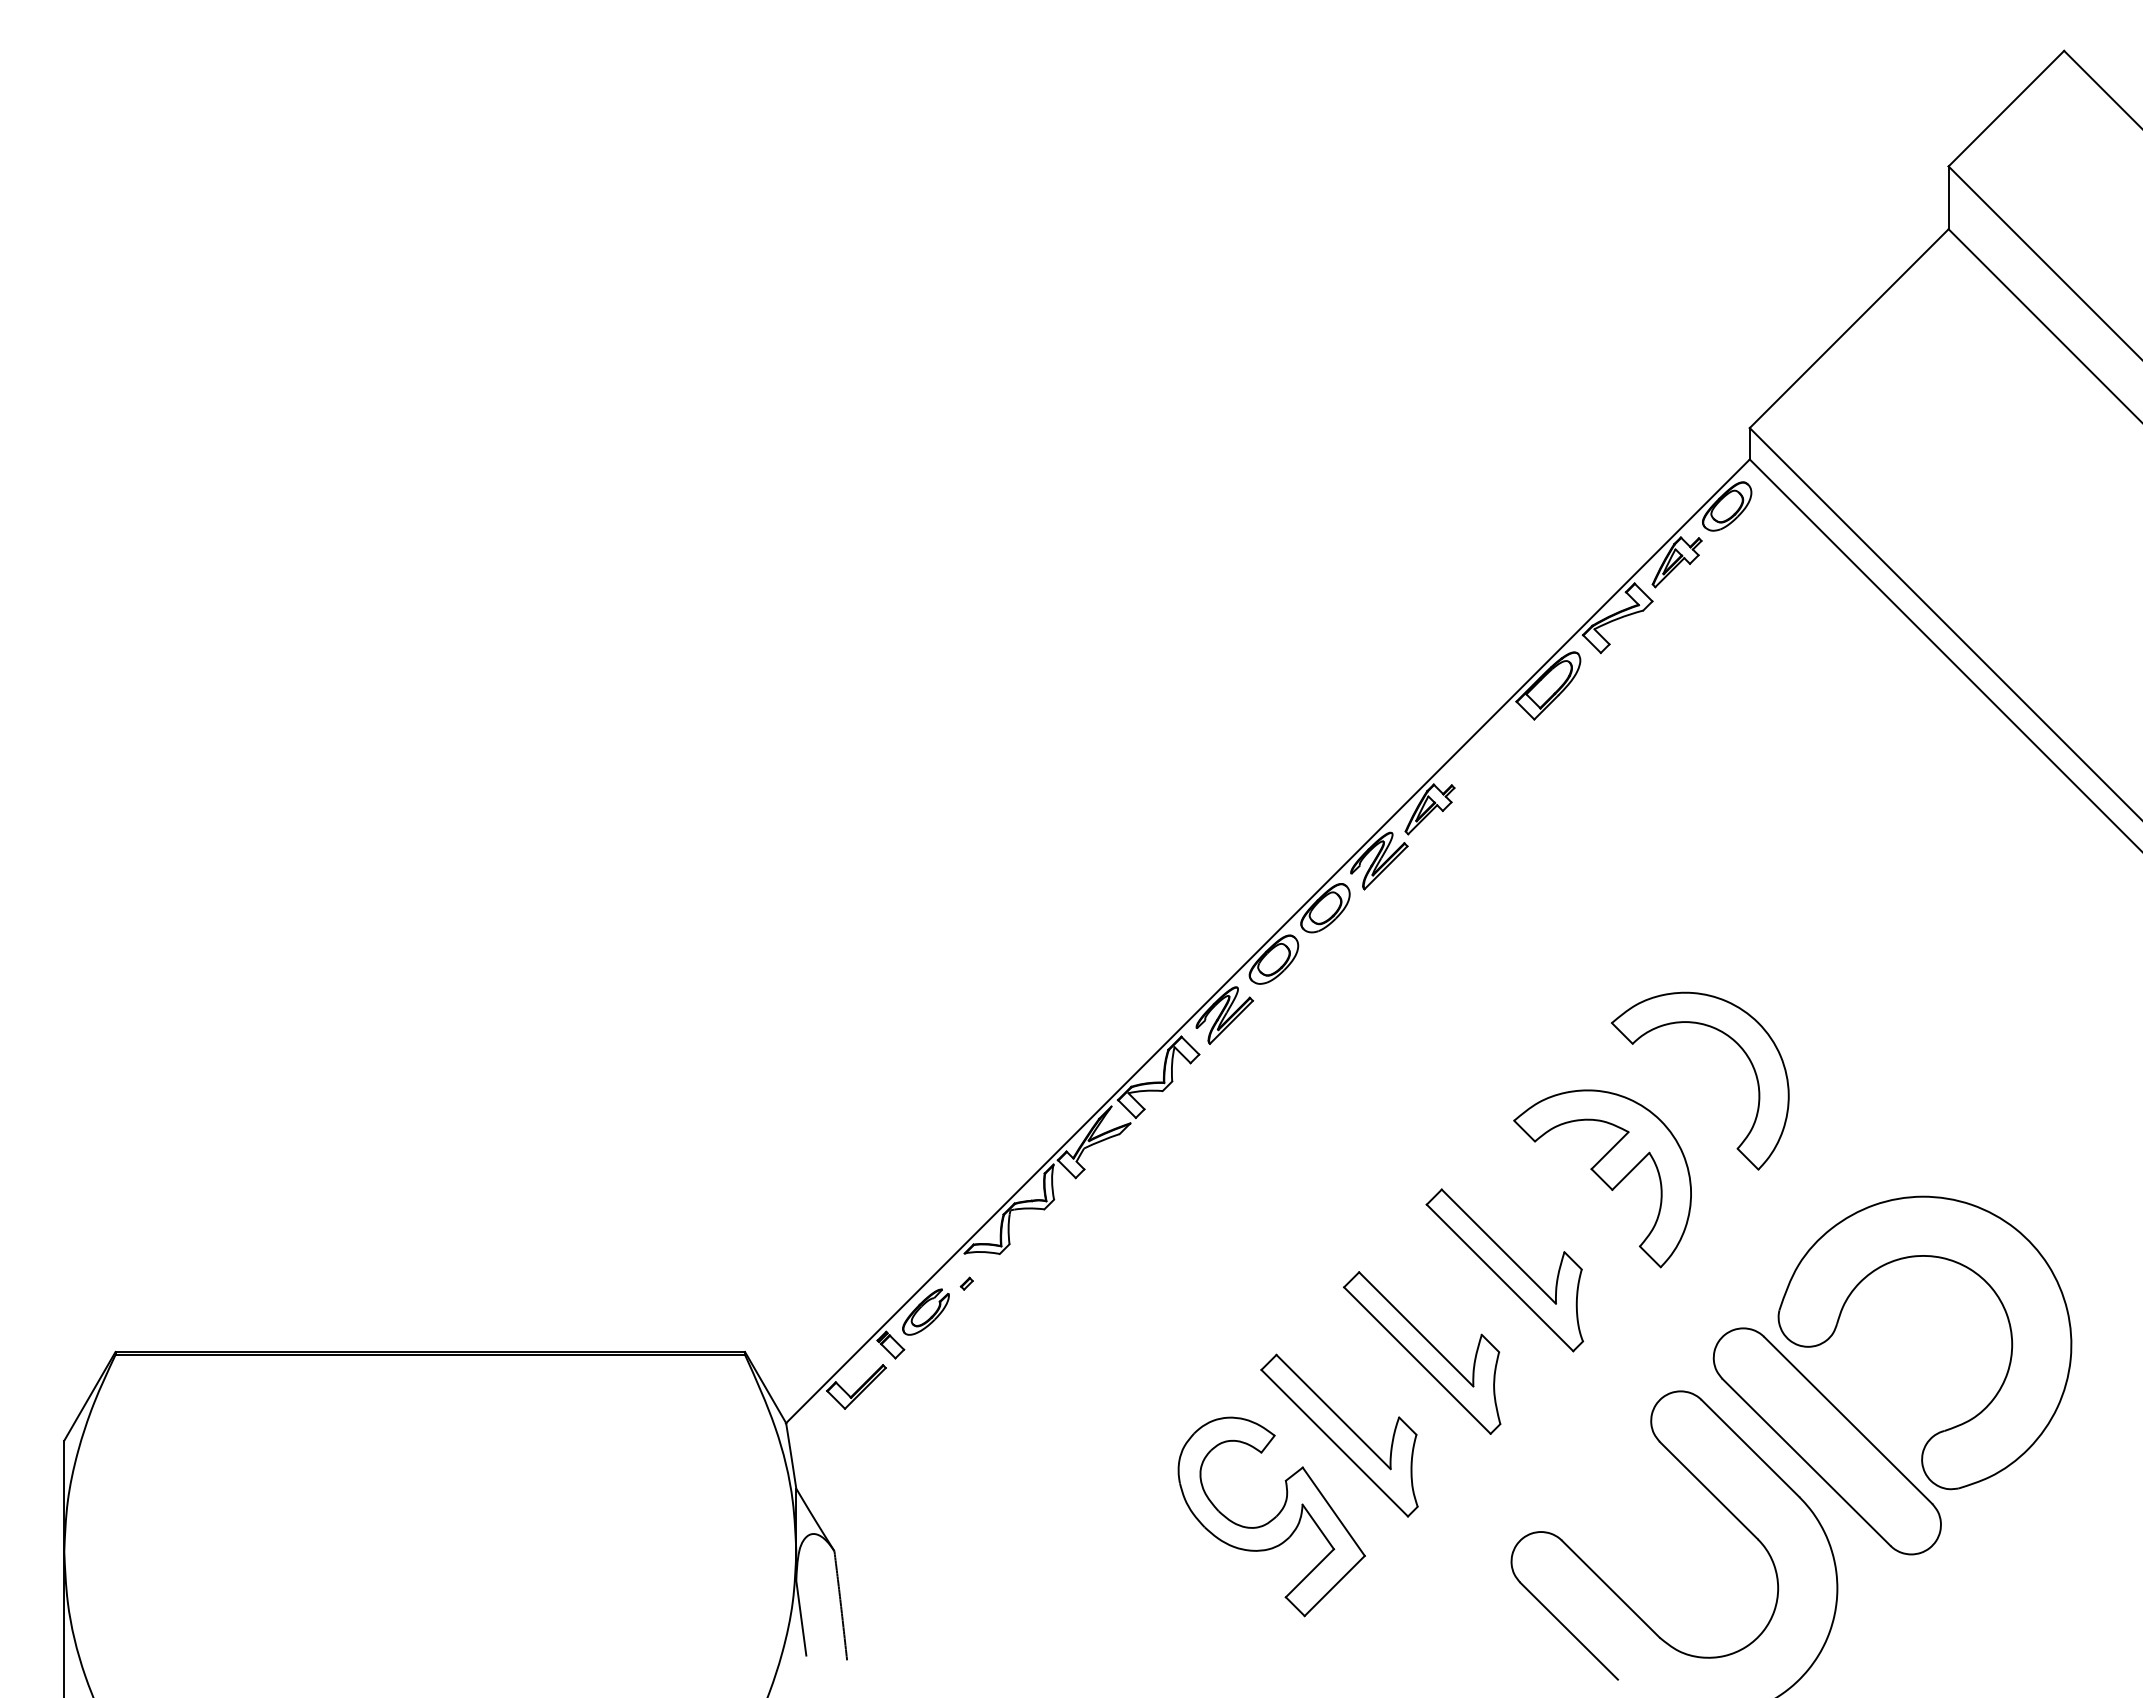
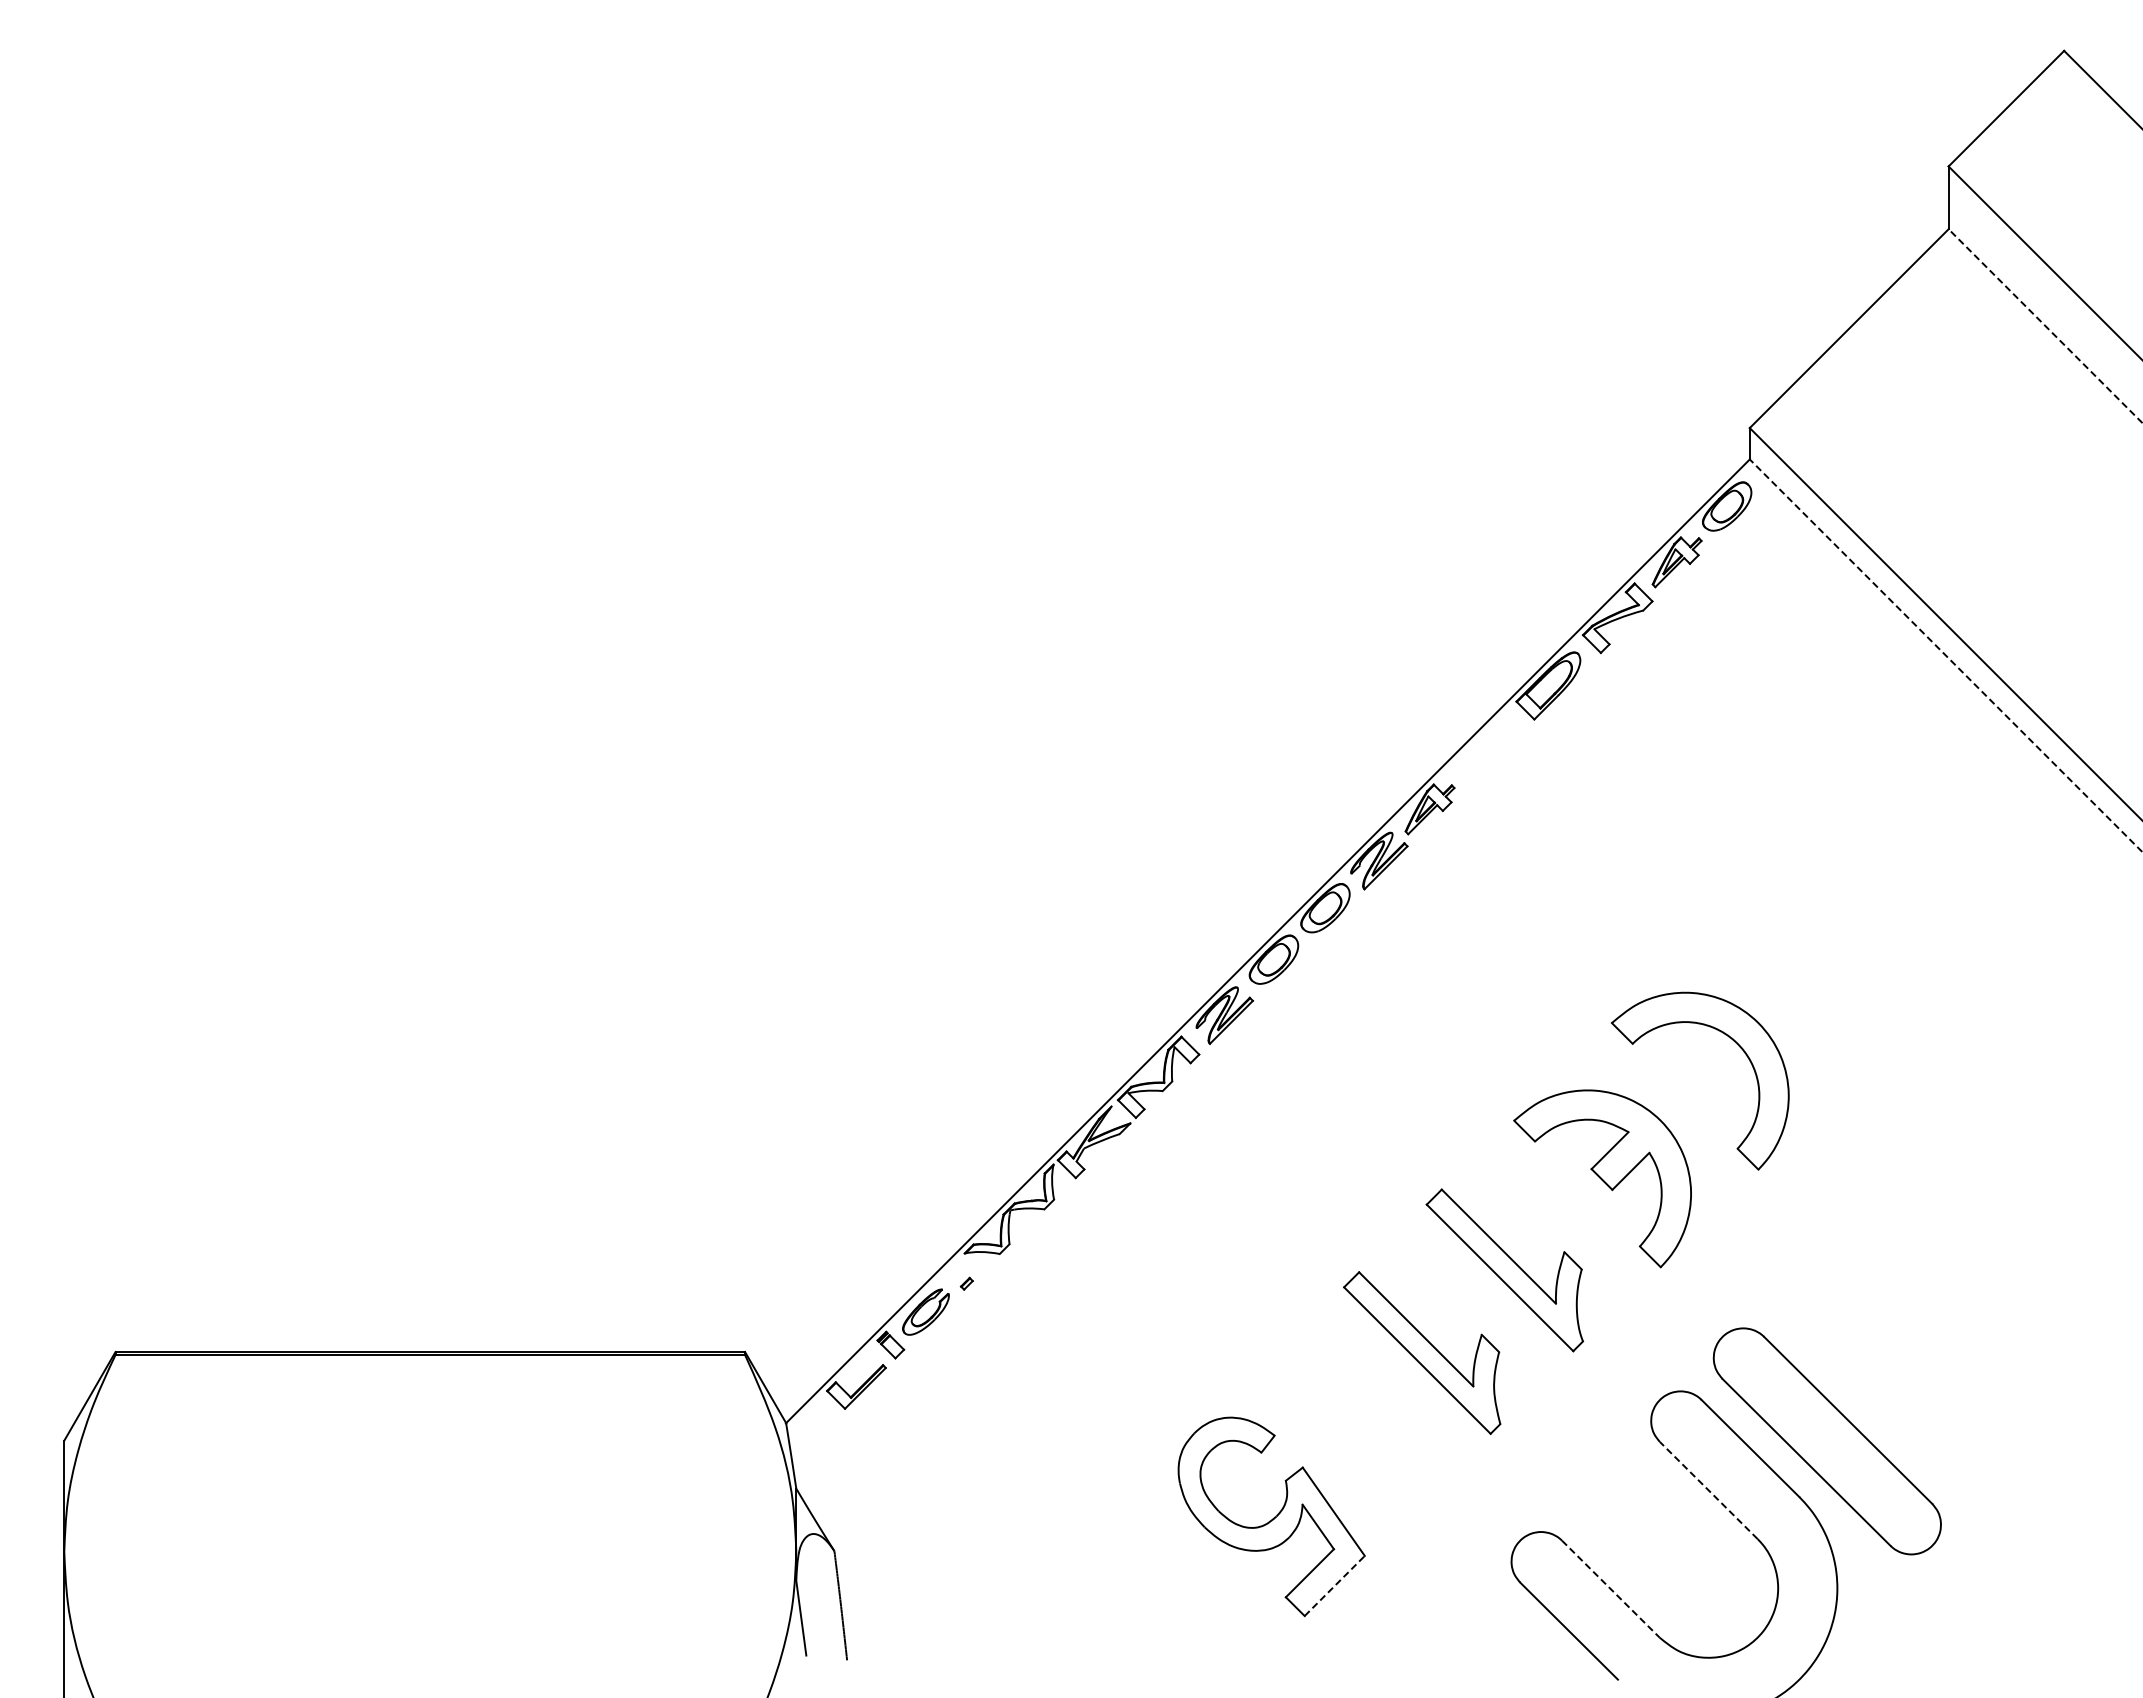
line at (2045, 326): solid -> dashed
line at (1946, 655): solid -> dashed
part at (1962, 1266): present -> none
part at (1339, 1435): present -> none
line at (1708, 1490): solid -> dashed
line at (1335, 1585): solid -> dashed
line at (1610, 1589): solid -> dashed
